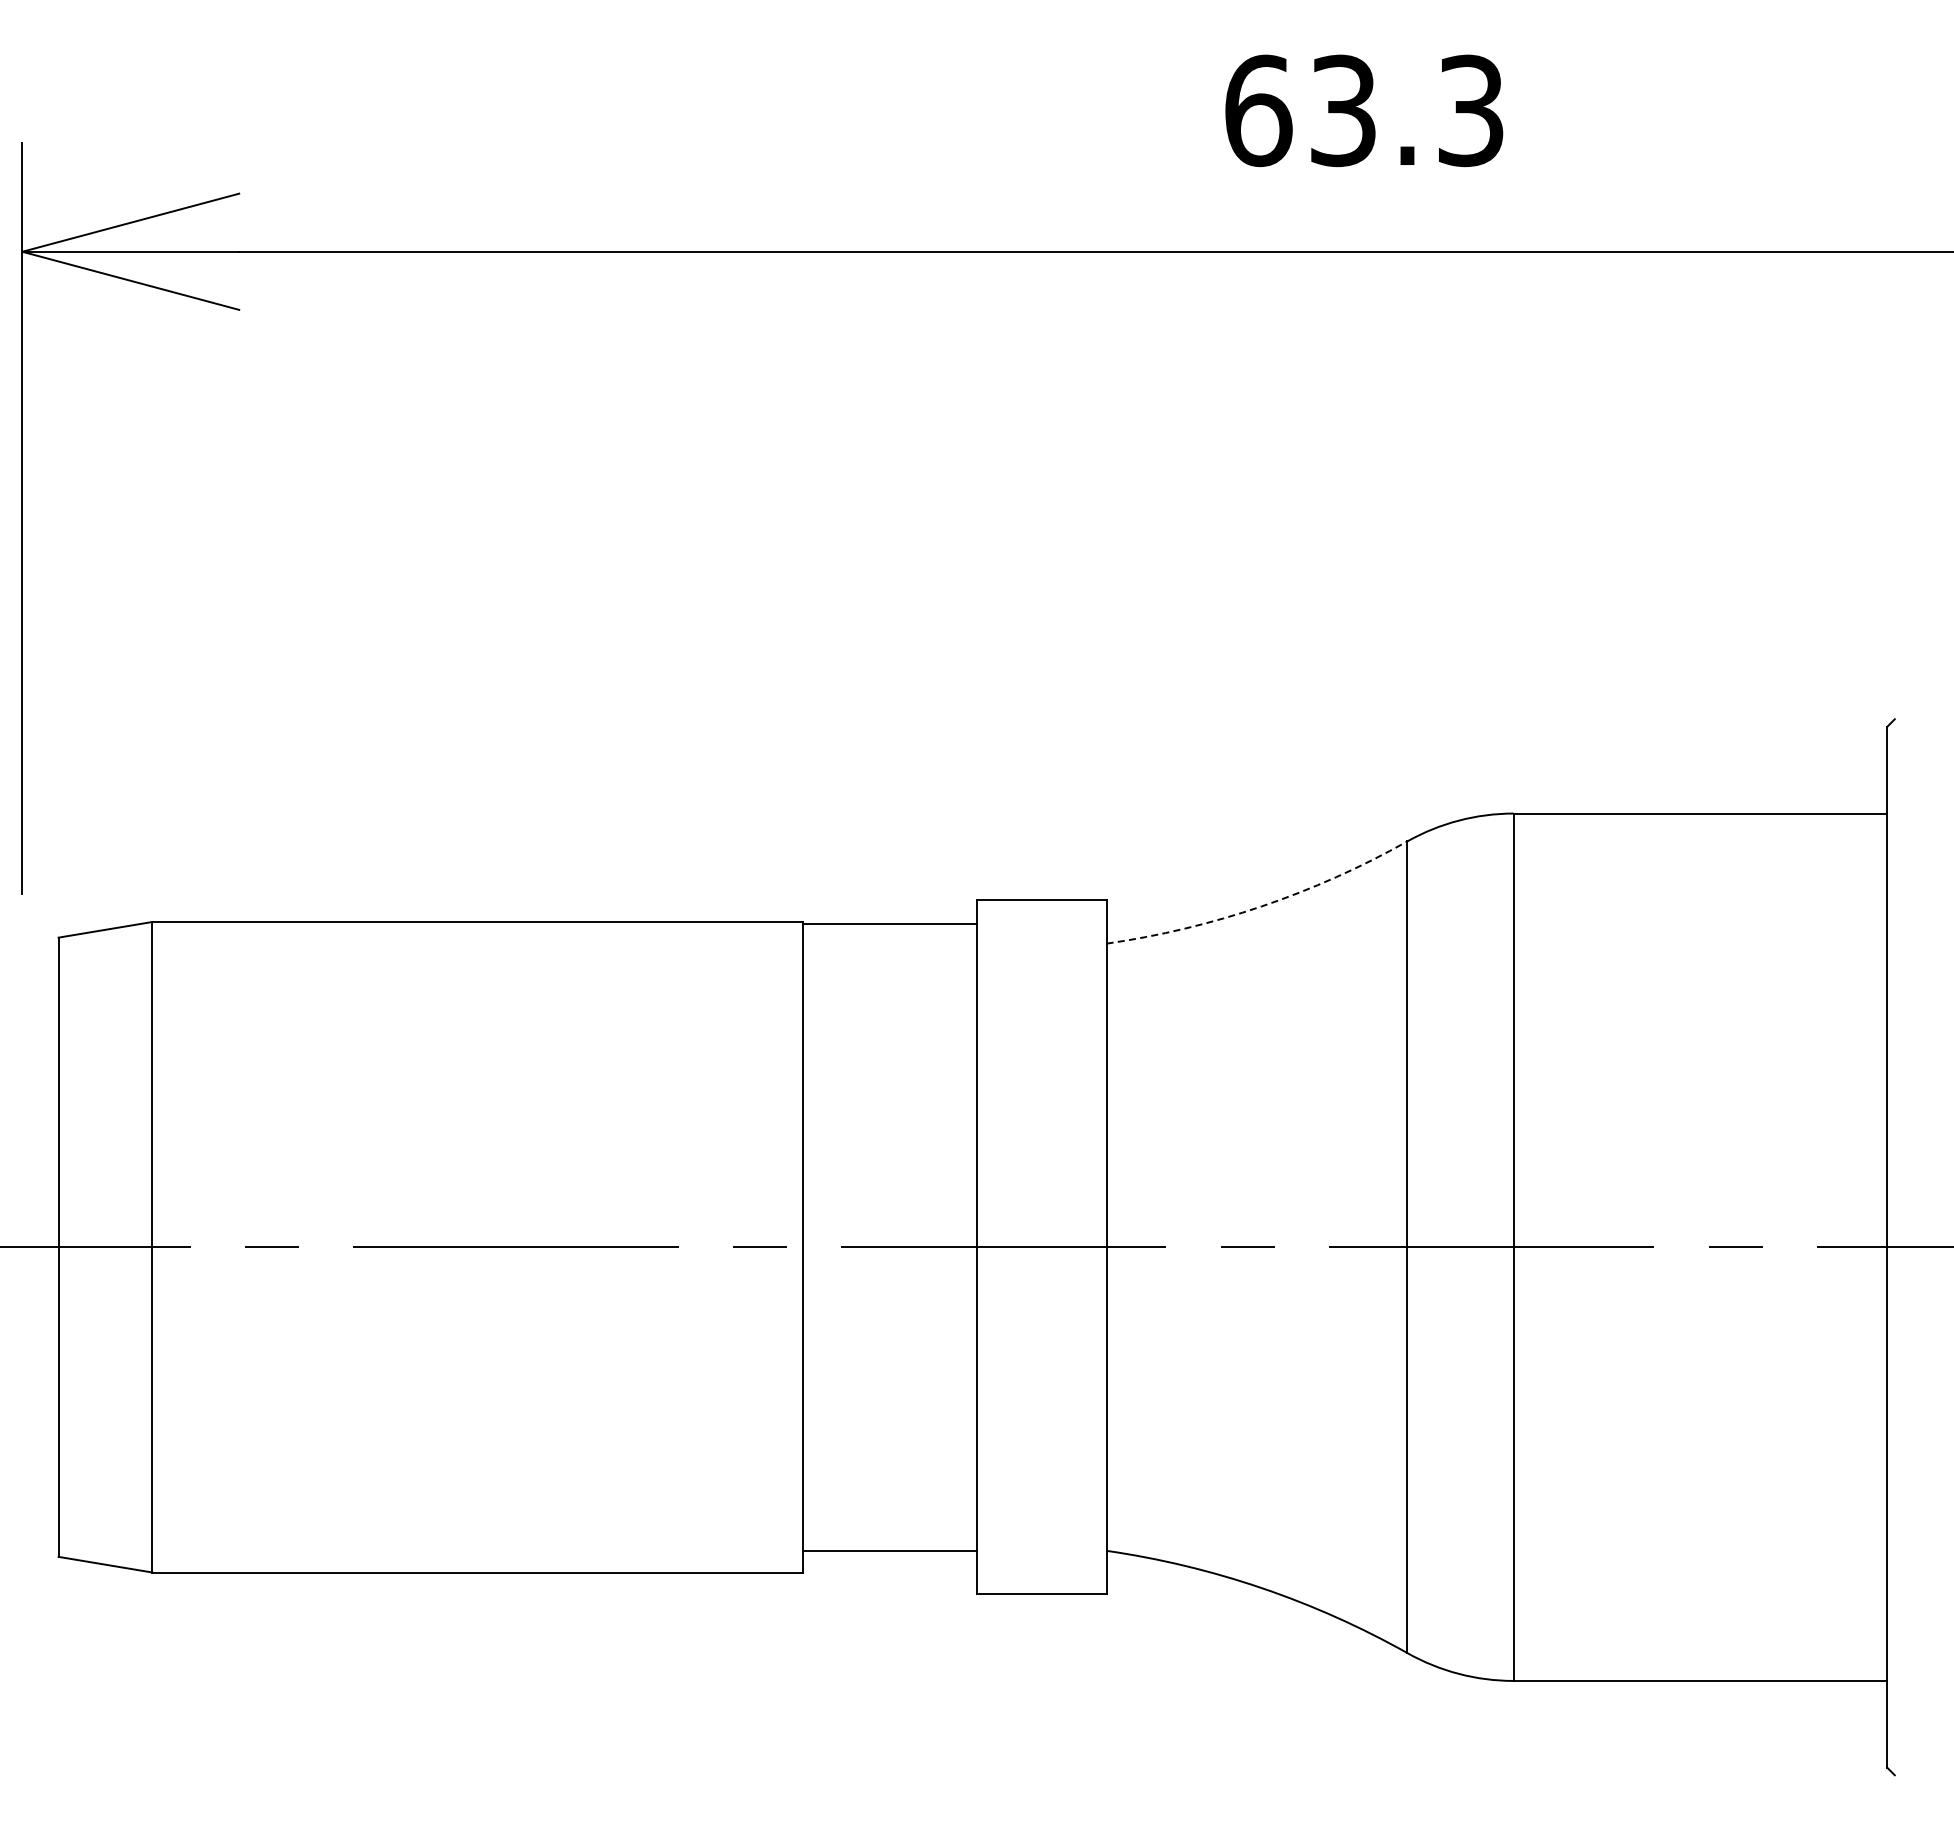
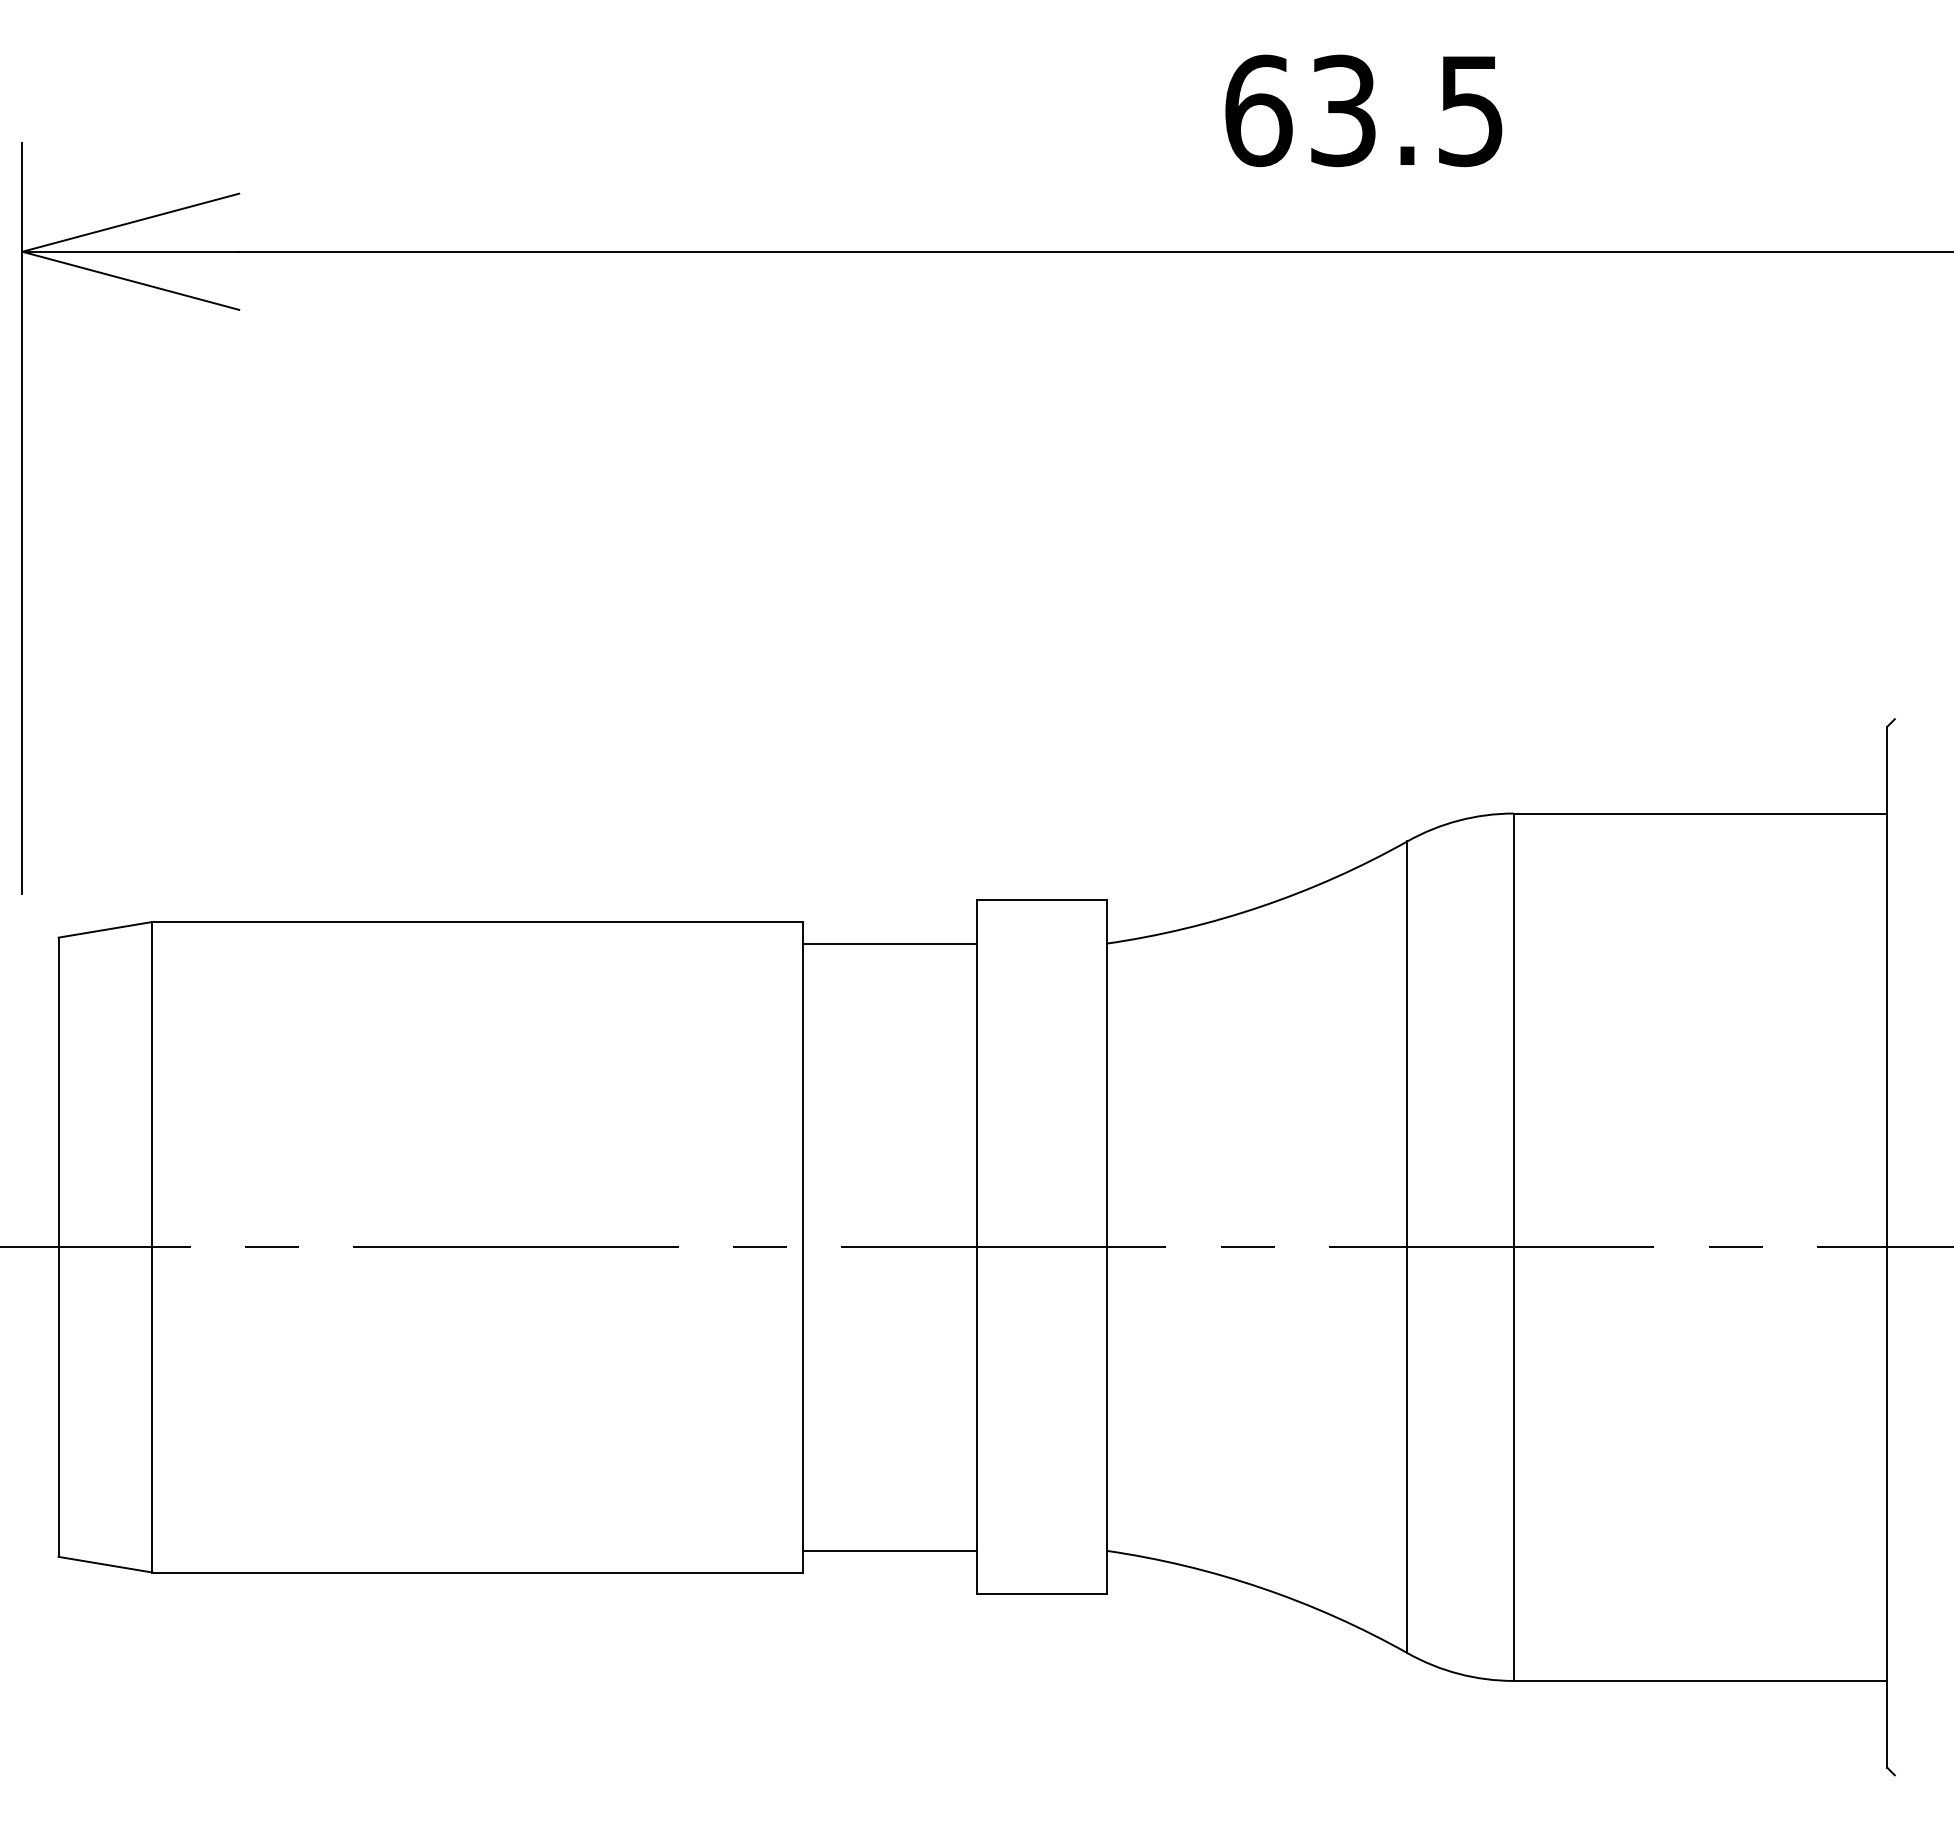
text at (1471, 110): 63.3 -> 63.5
arc at (1261, 906): dashed -> solid
line at (889, 923) position: (889, 923) -> (889, 943)
